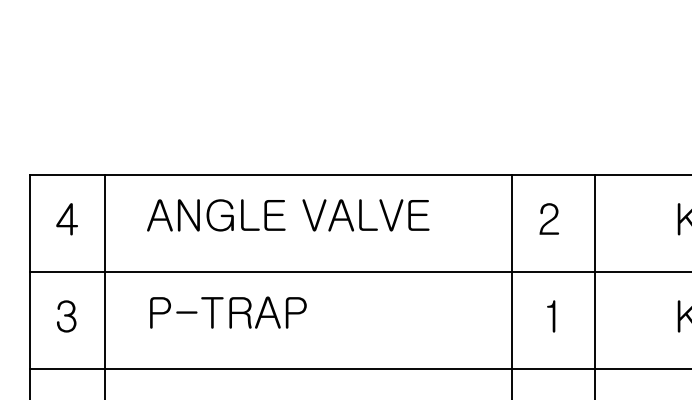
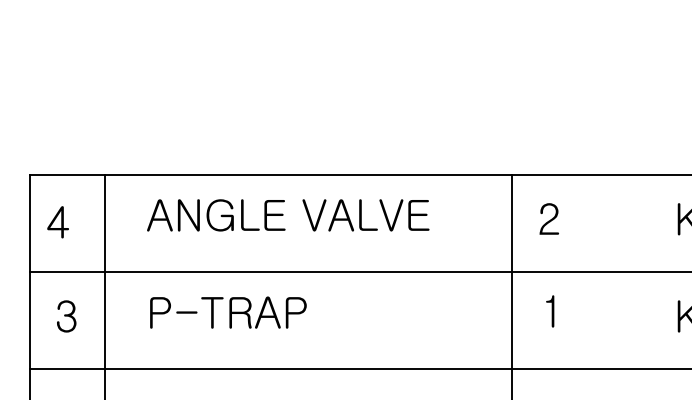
text at (66, 219) position: (66, 219) -> (57, 222)
line at (594, 285): present -> none
text at (551, 316) position: (551, 316) -> (550, 311)
